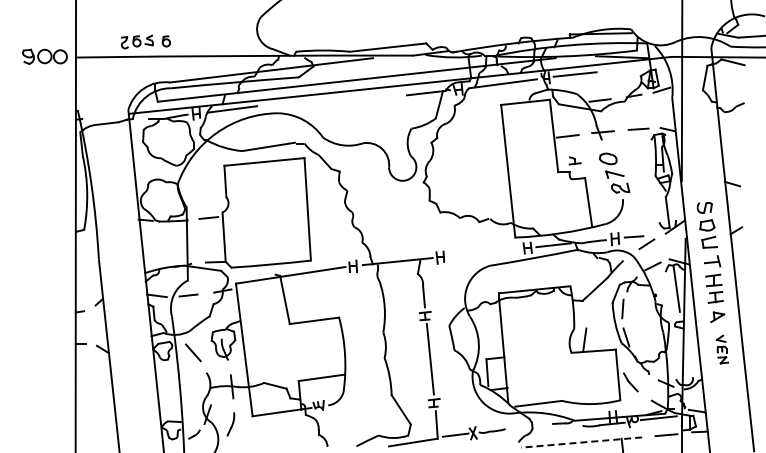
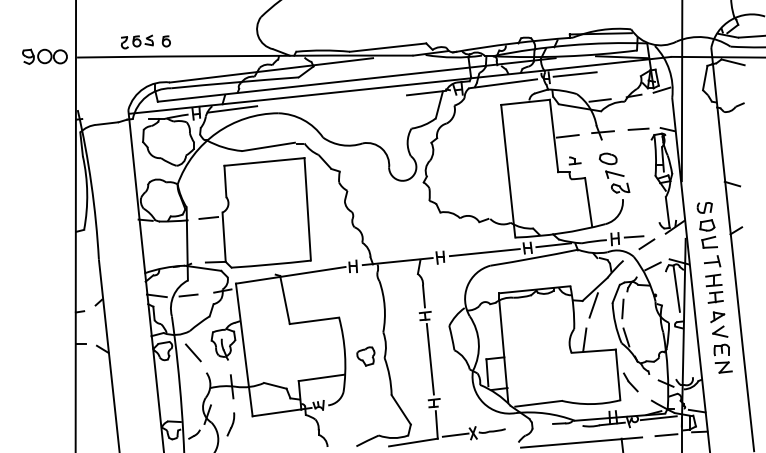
line at (484, 252): none -> present
line at (593, 305): none -> present
part at (721, 349) size: 14x31 px -> 21x49 px
part at (365, 356): none -> present
line at (581, 442): dashed -> solid
